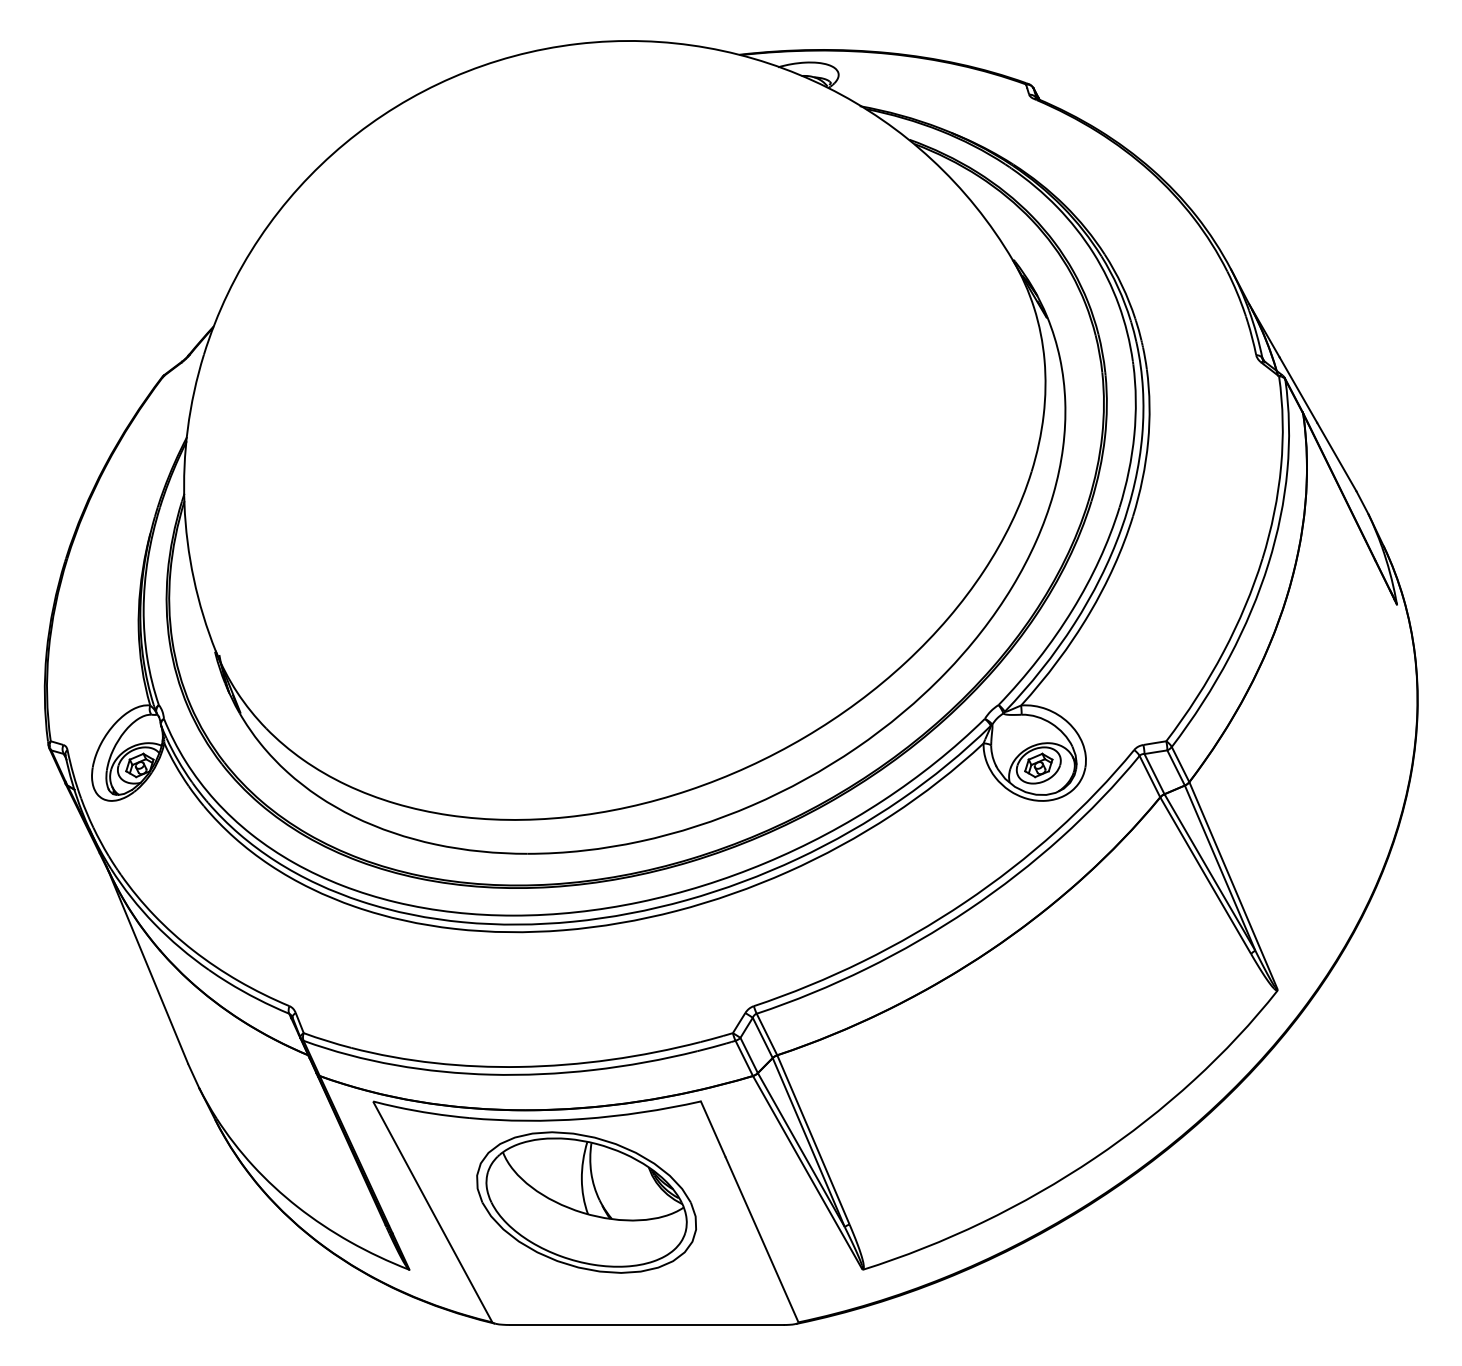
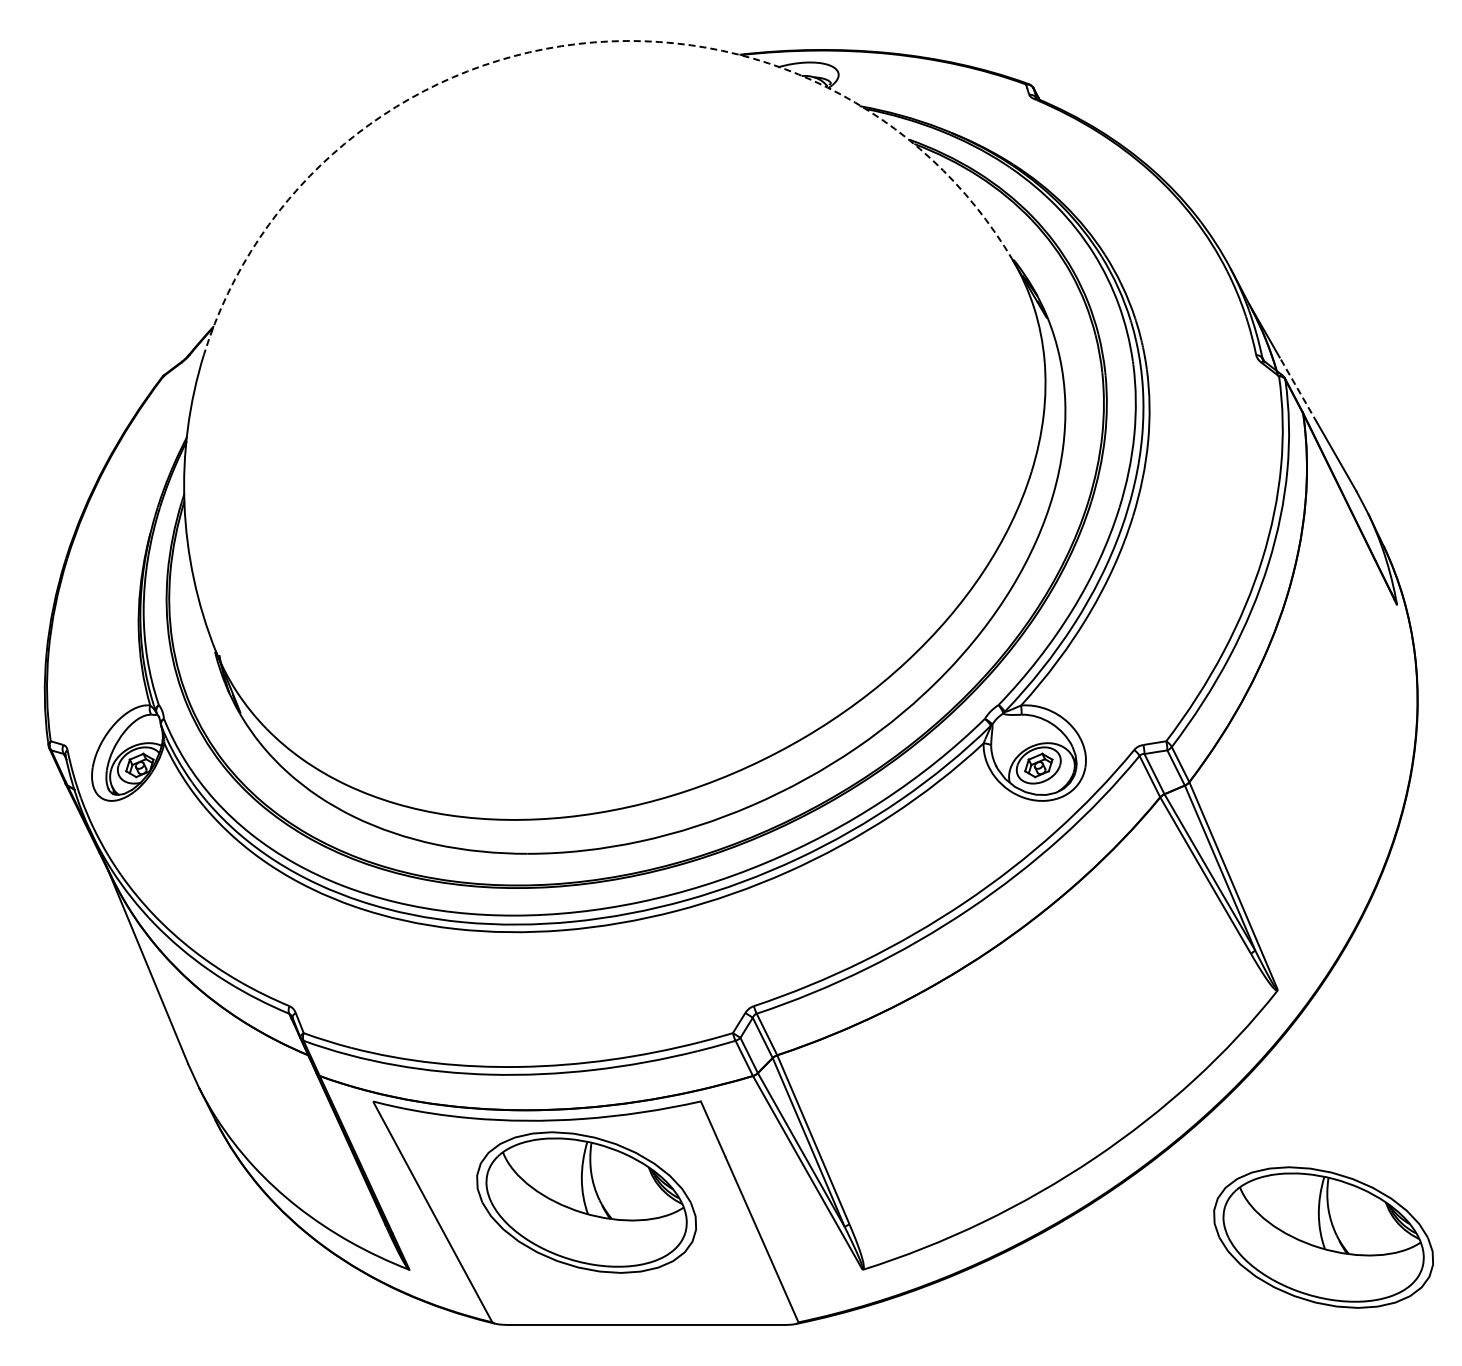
arc at (577, 43): solid -> dashed
line at (1298, 390): solid -> dashed
part at (1323, 1237): none -> present
